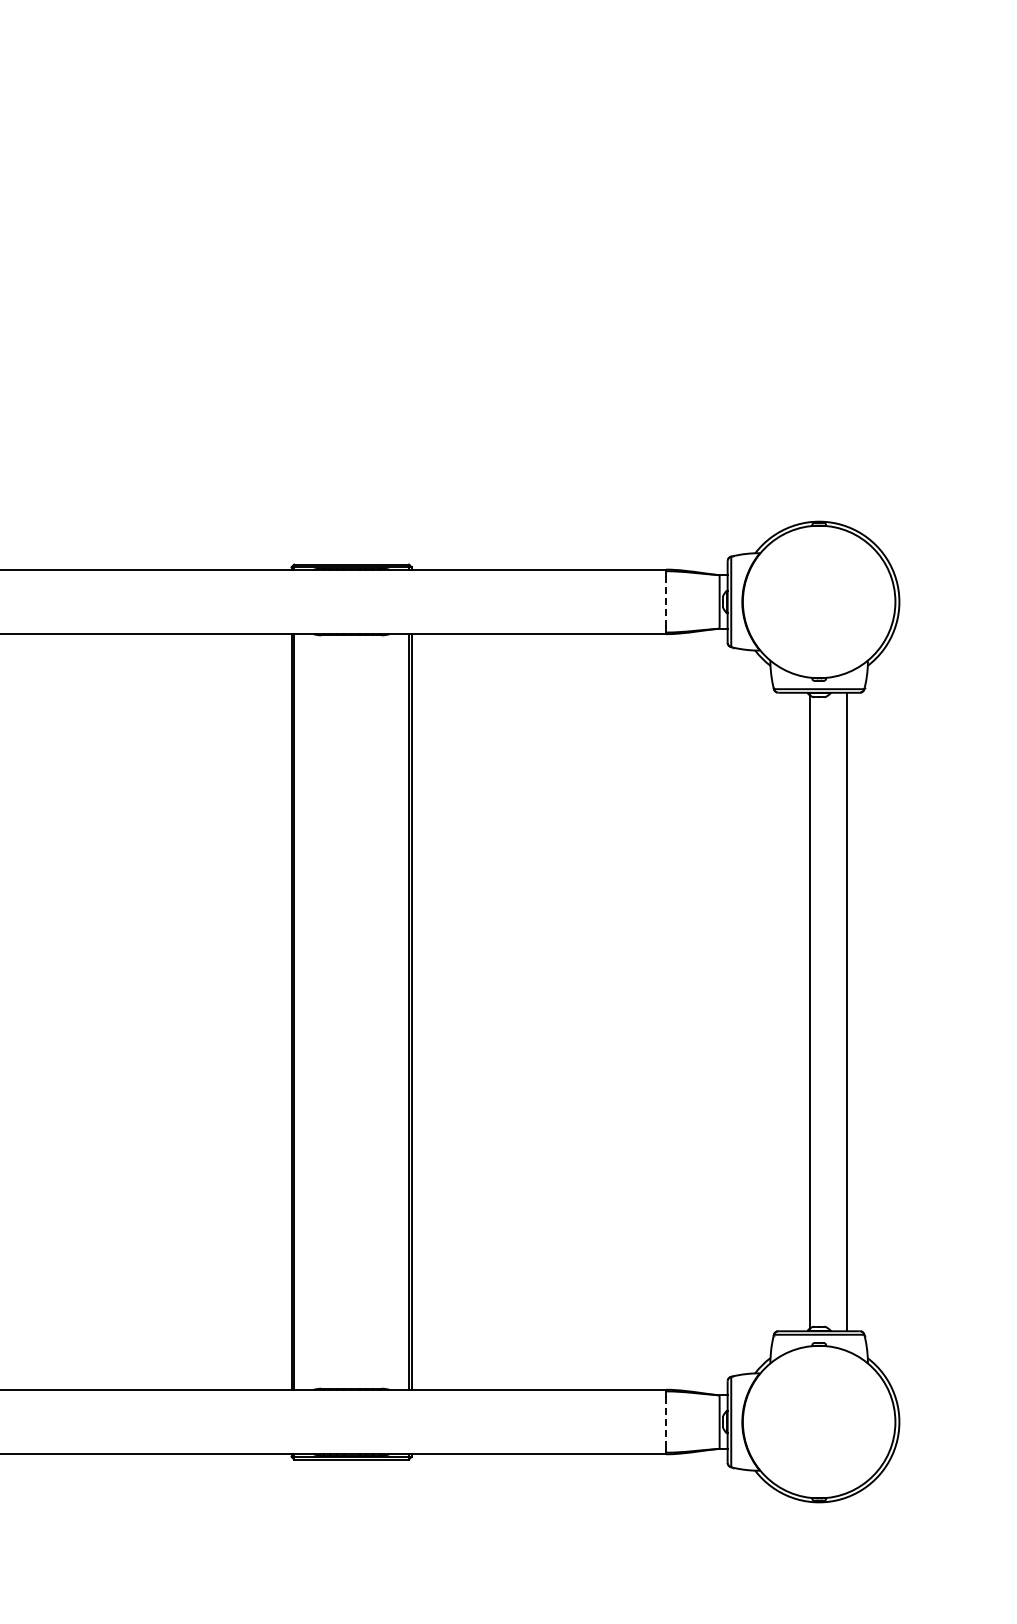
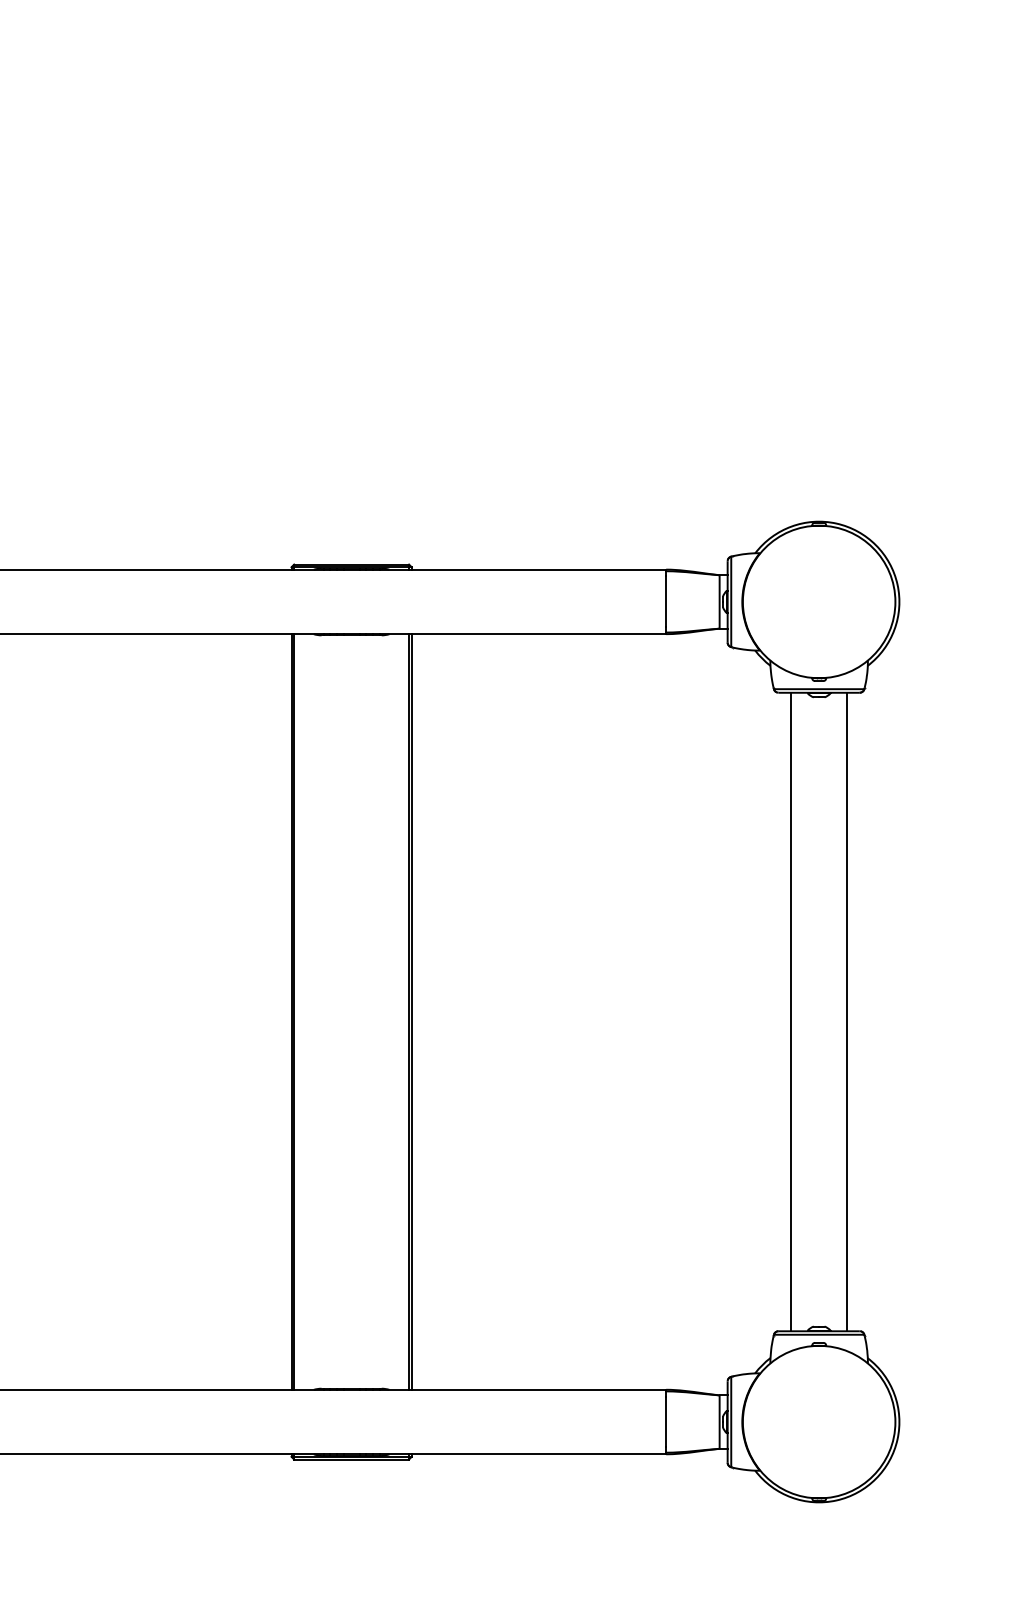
line at (666, 601): dashed -> solid
line at (809, 1011) position: (809, 1011) -> (790, 1011)
line at (666, 1422): dashed -> solid
